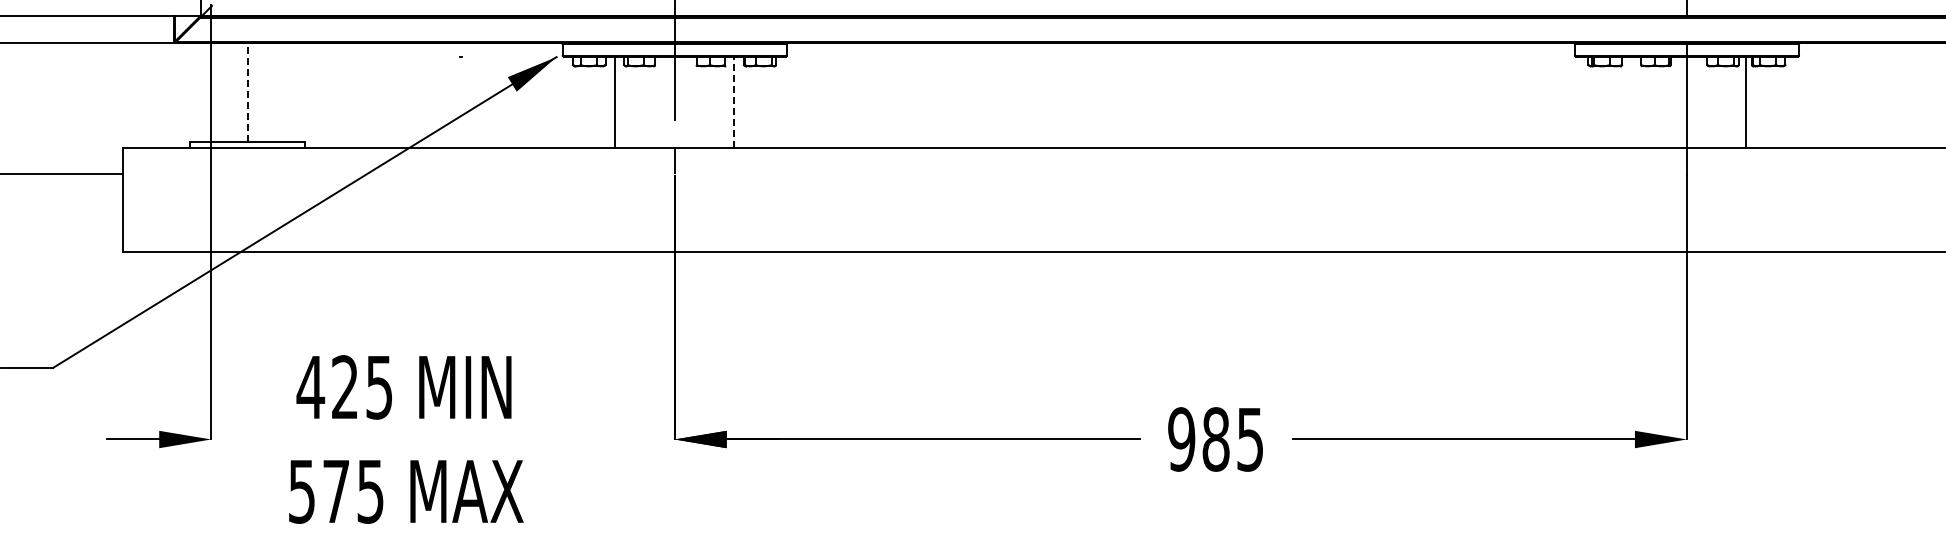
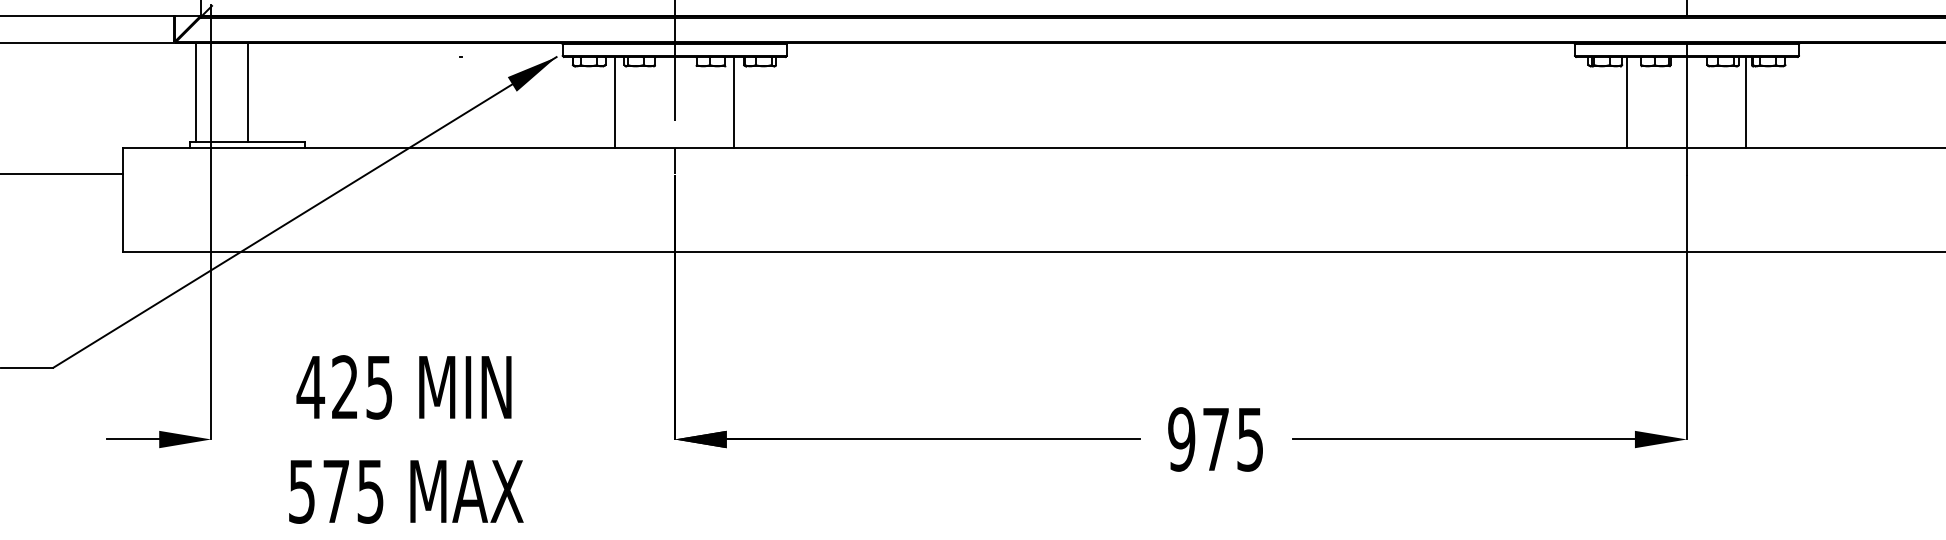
line at (195, 92): none -> present
line at (247, 92): dashed -> solid
line at (734, 101): dashed -> solid
line at (1627, 101): none -> present
text at (1215, 439): 985 -> 975
